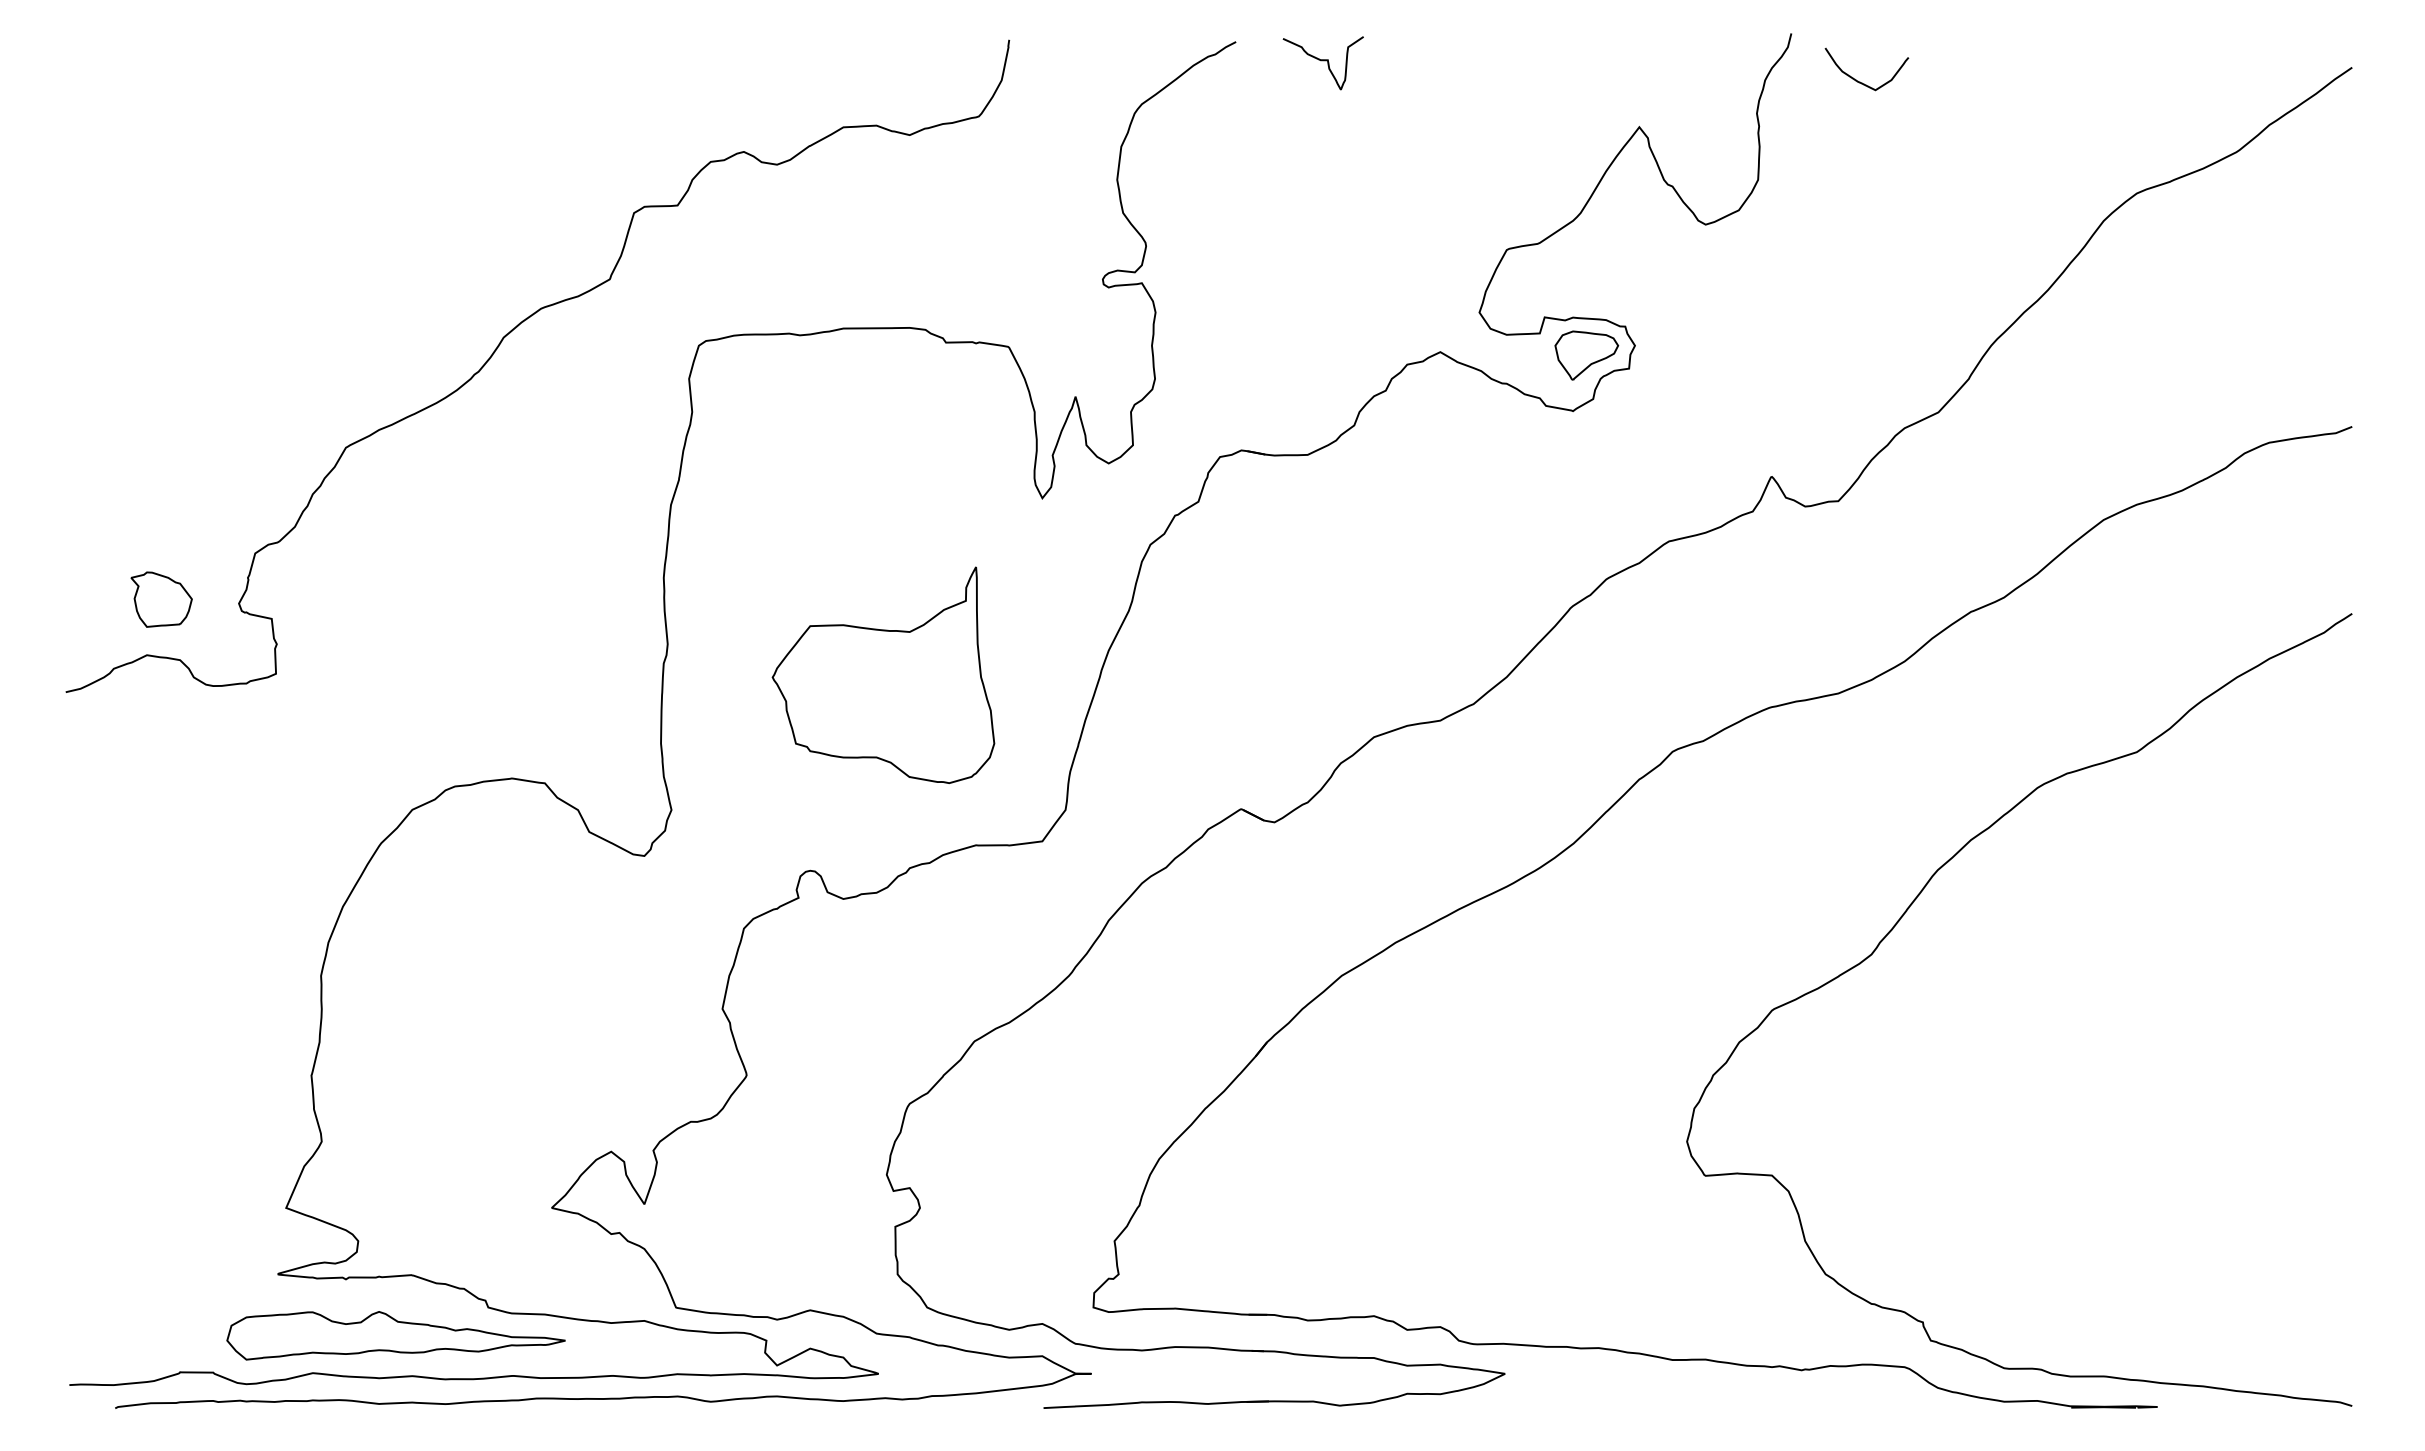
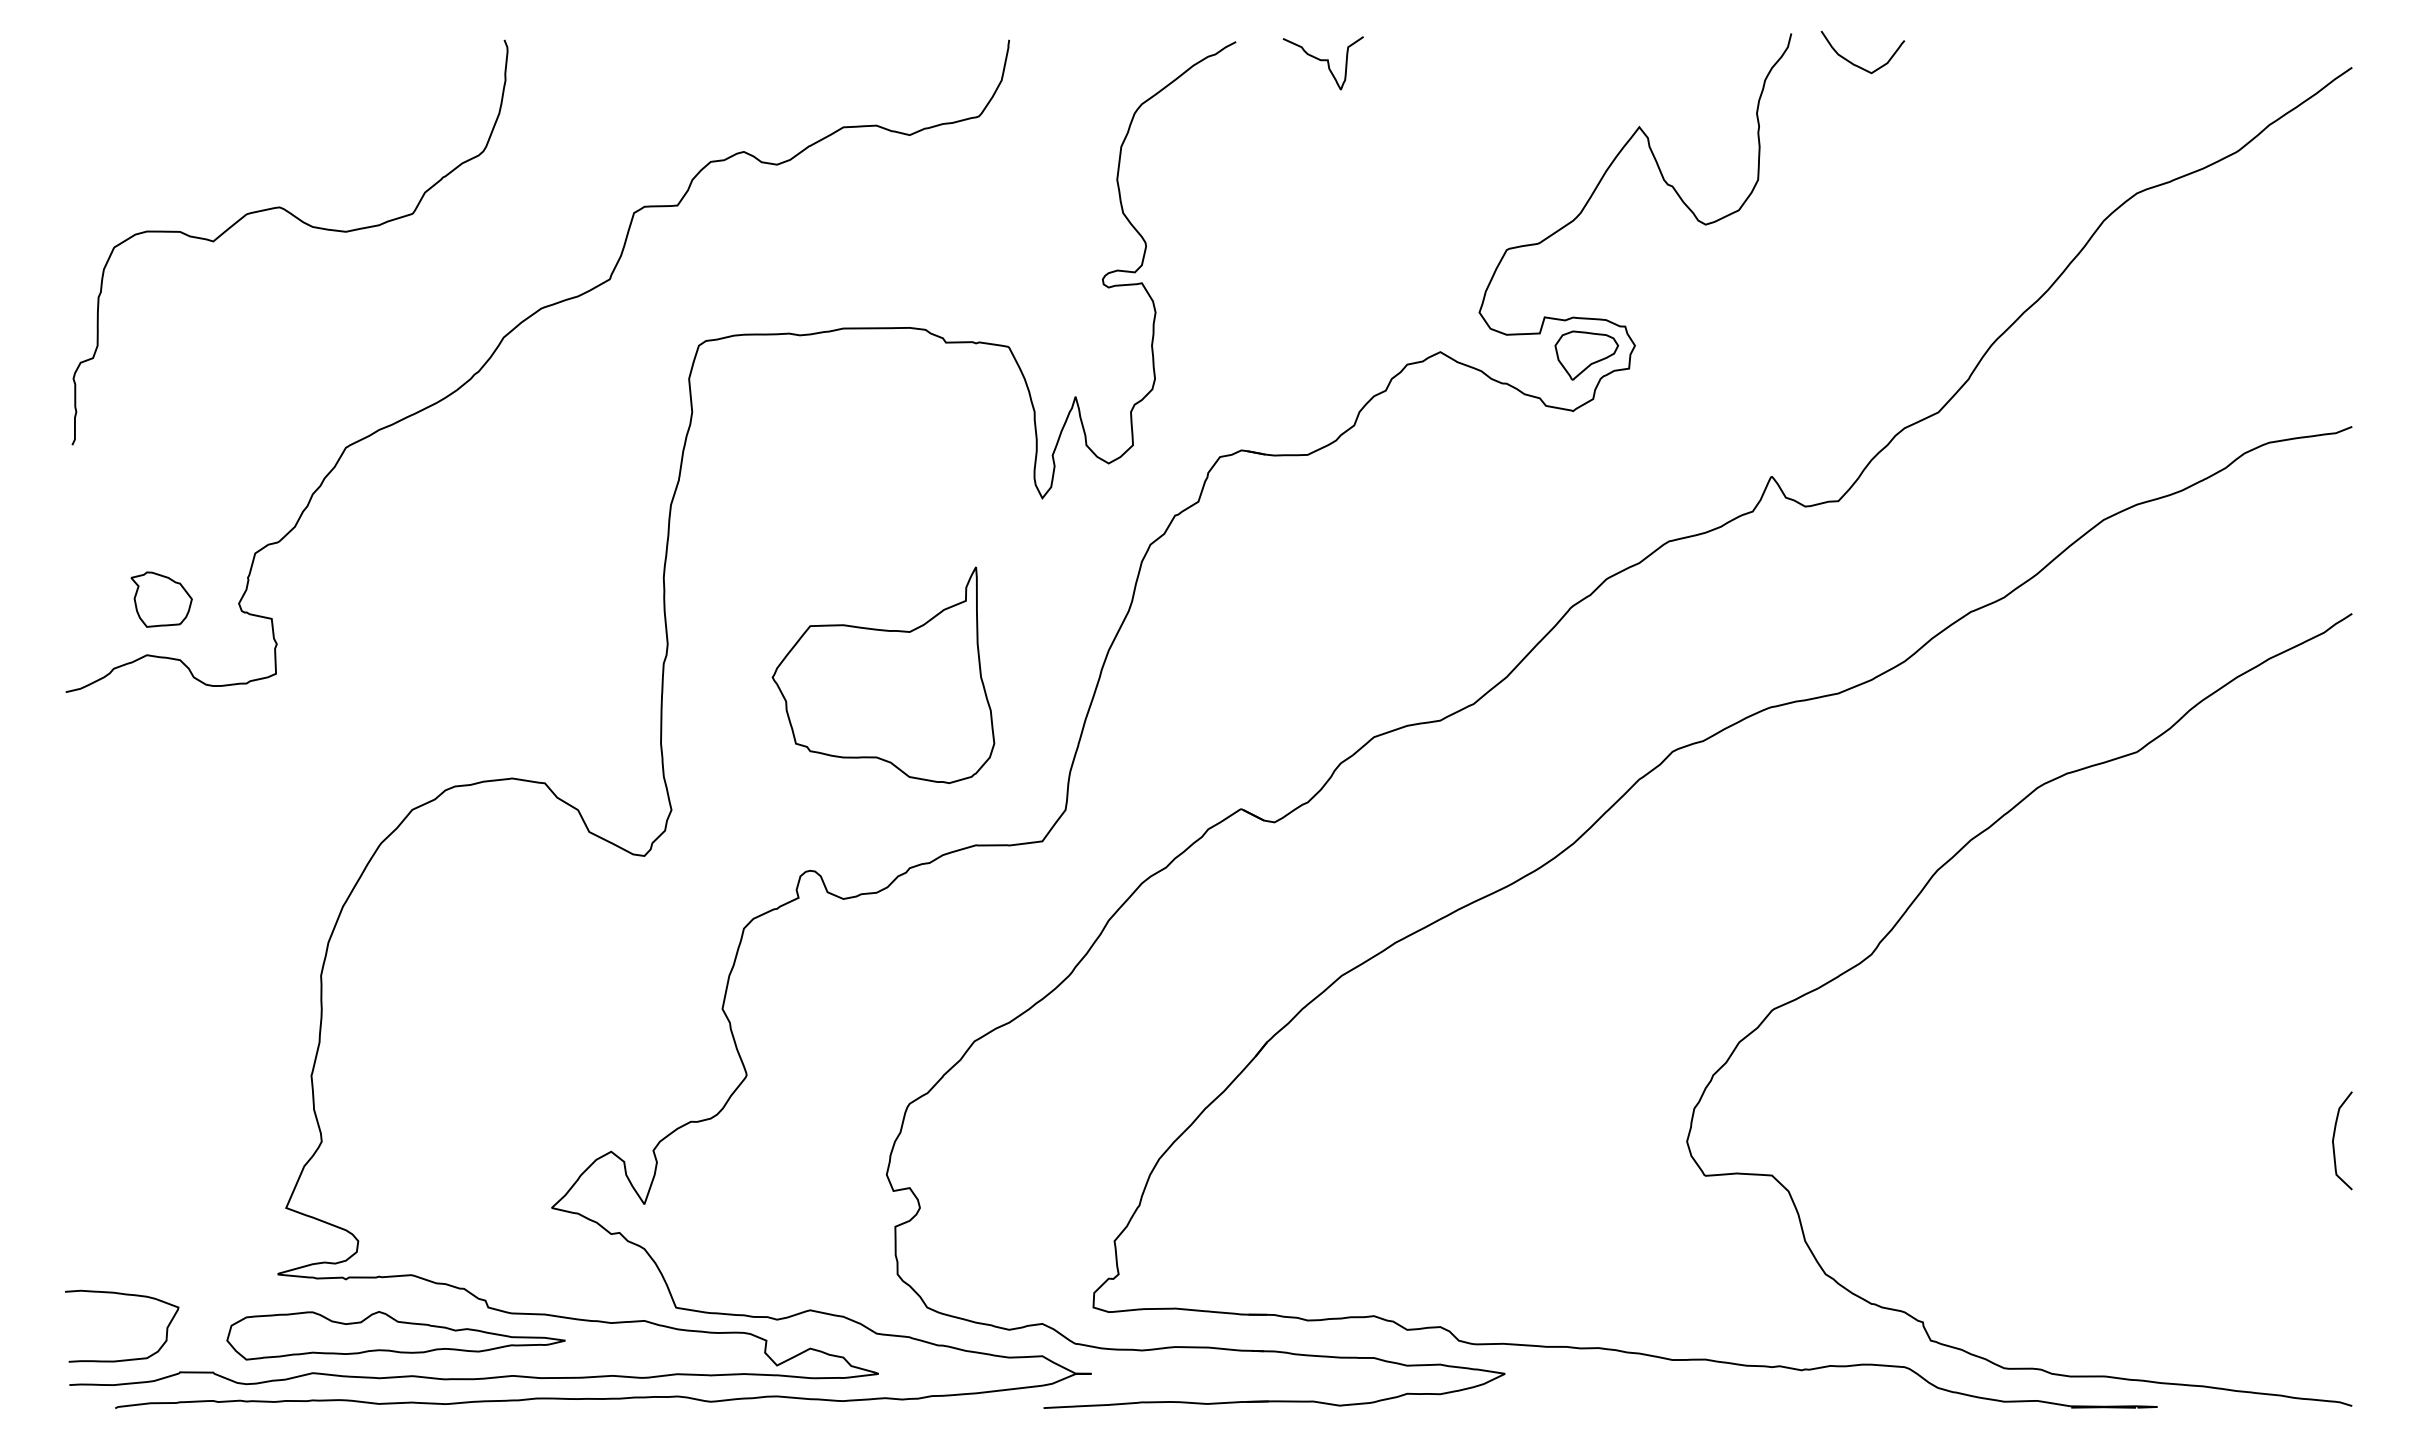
curve at (1860, 81) position: (1860, 81) -> (1856, 64)
curve at (301, 222): none -> present
curve at (2334, 1139): none -> present
curve at (124, 1295): none -> present
